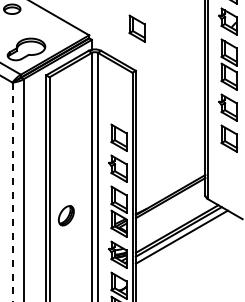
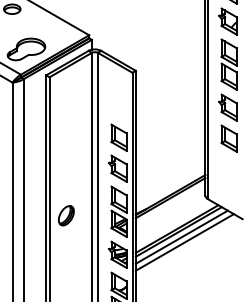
part at (136, 28): present -> none
line at (12, 191): dashed -> solid
line at (184, 242): none -> present
